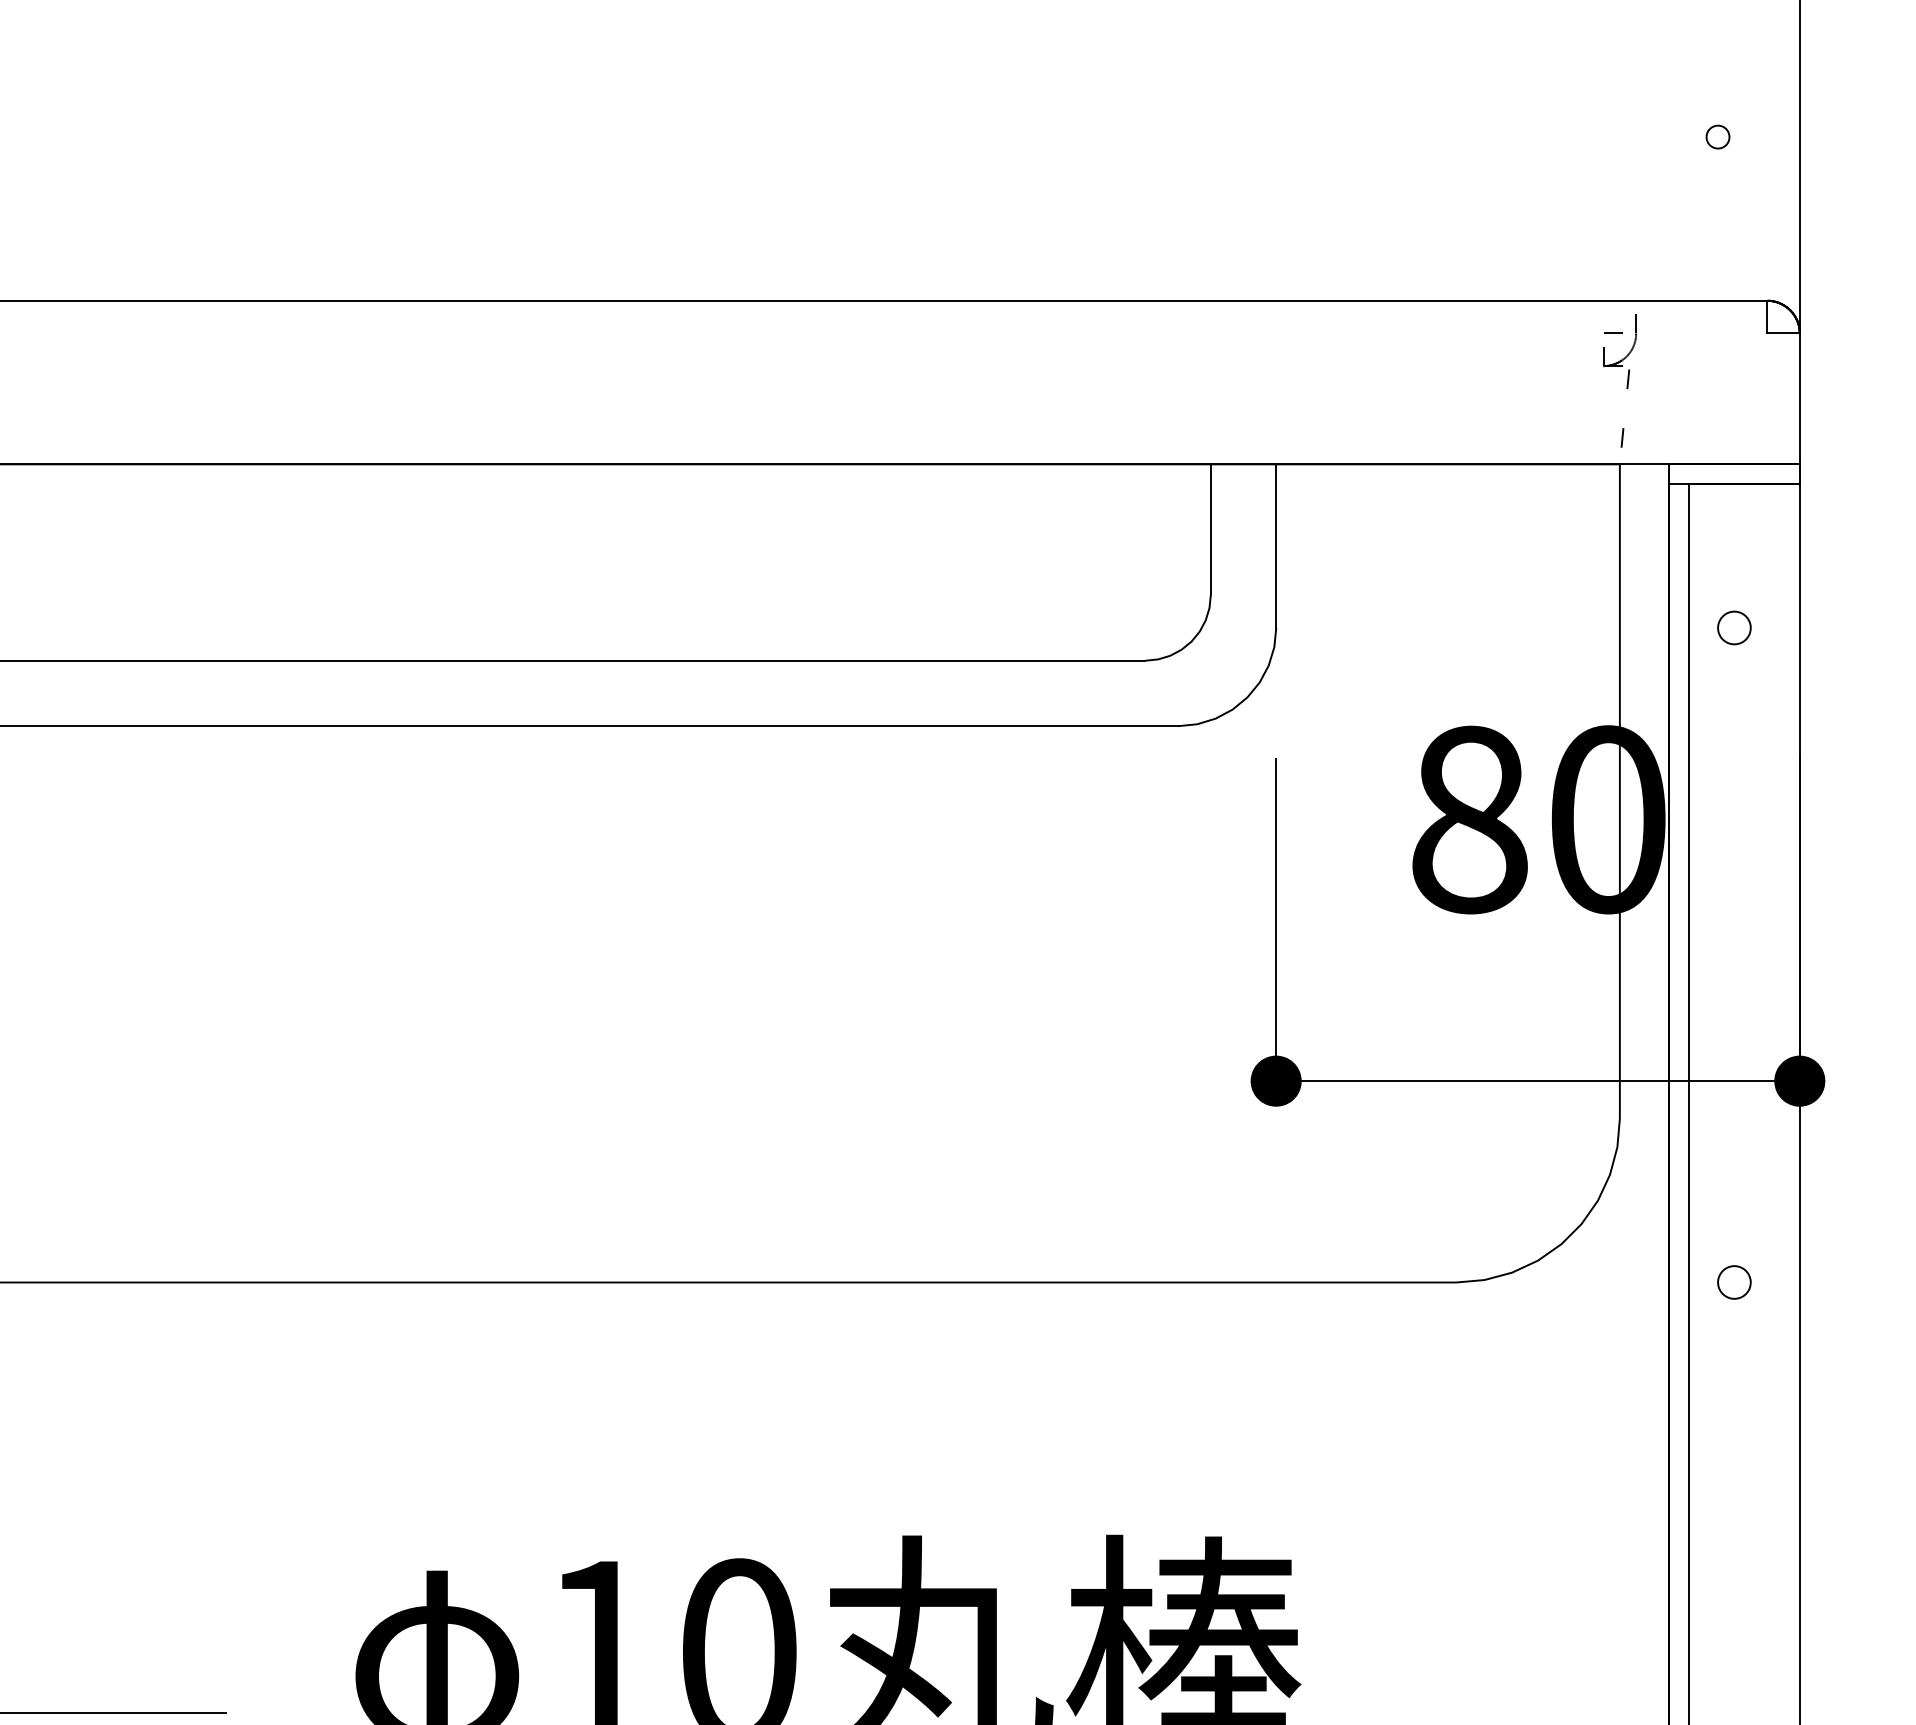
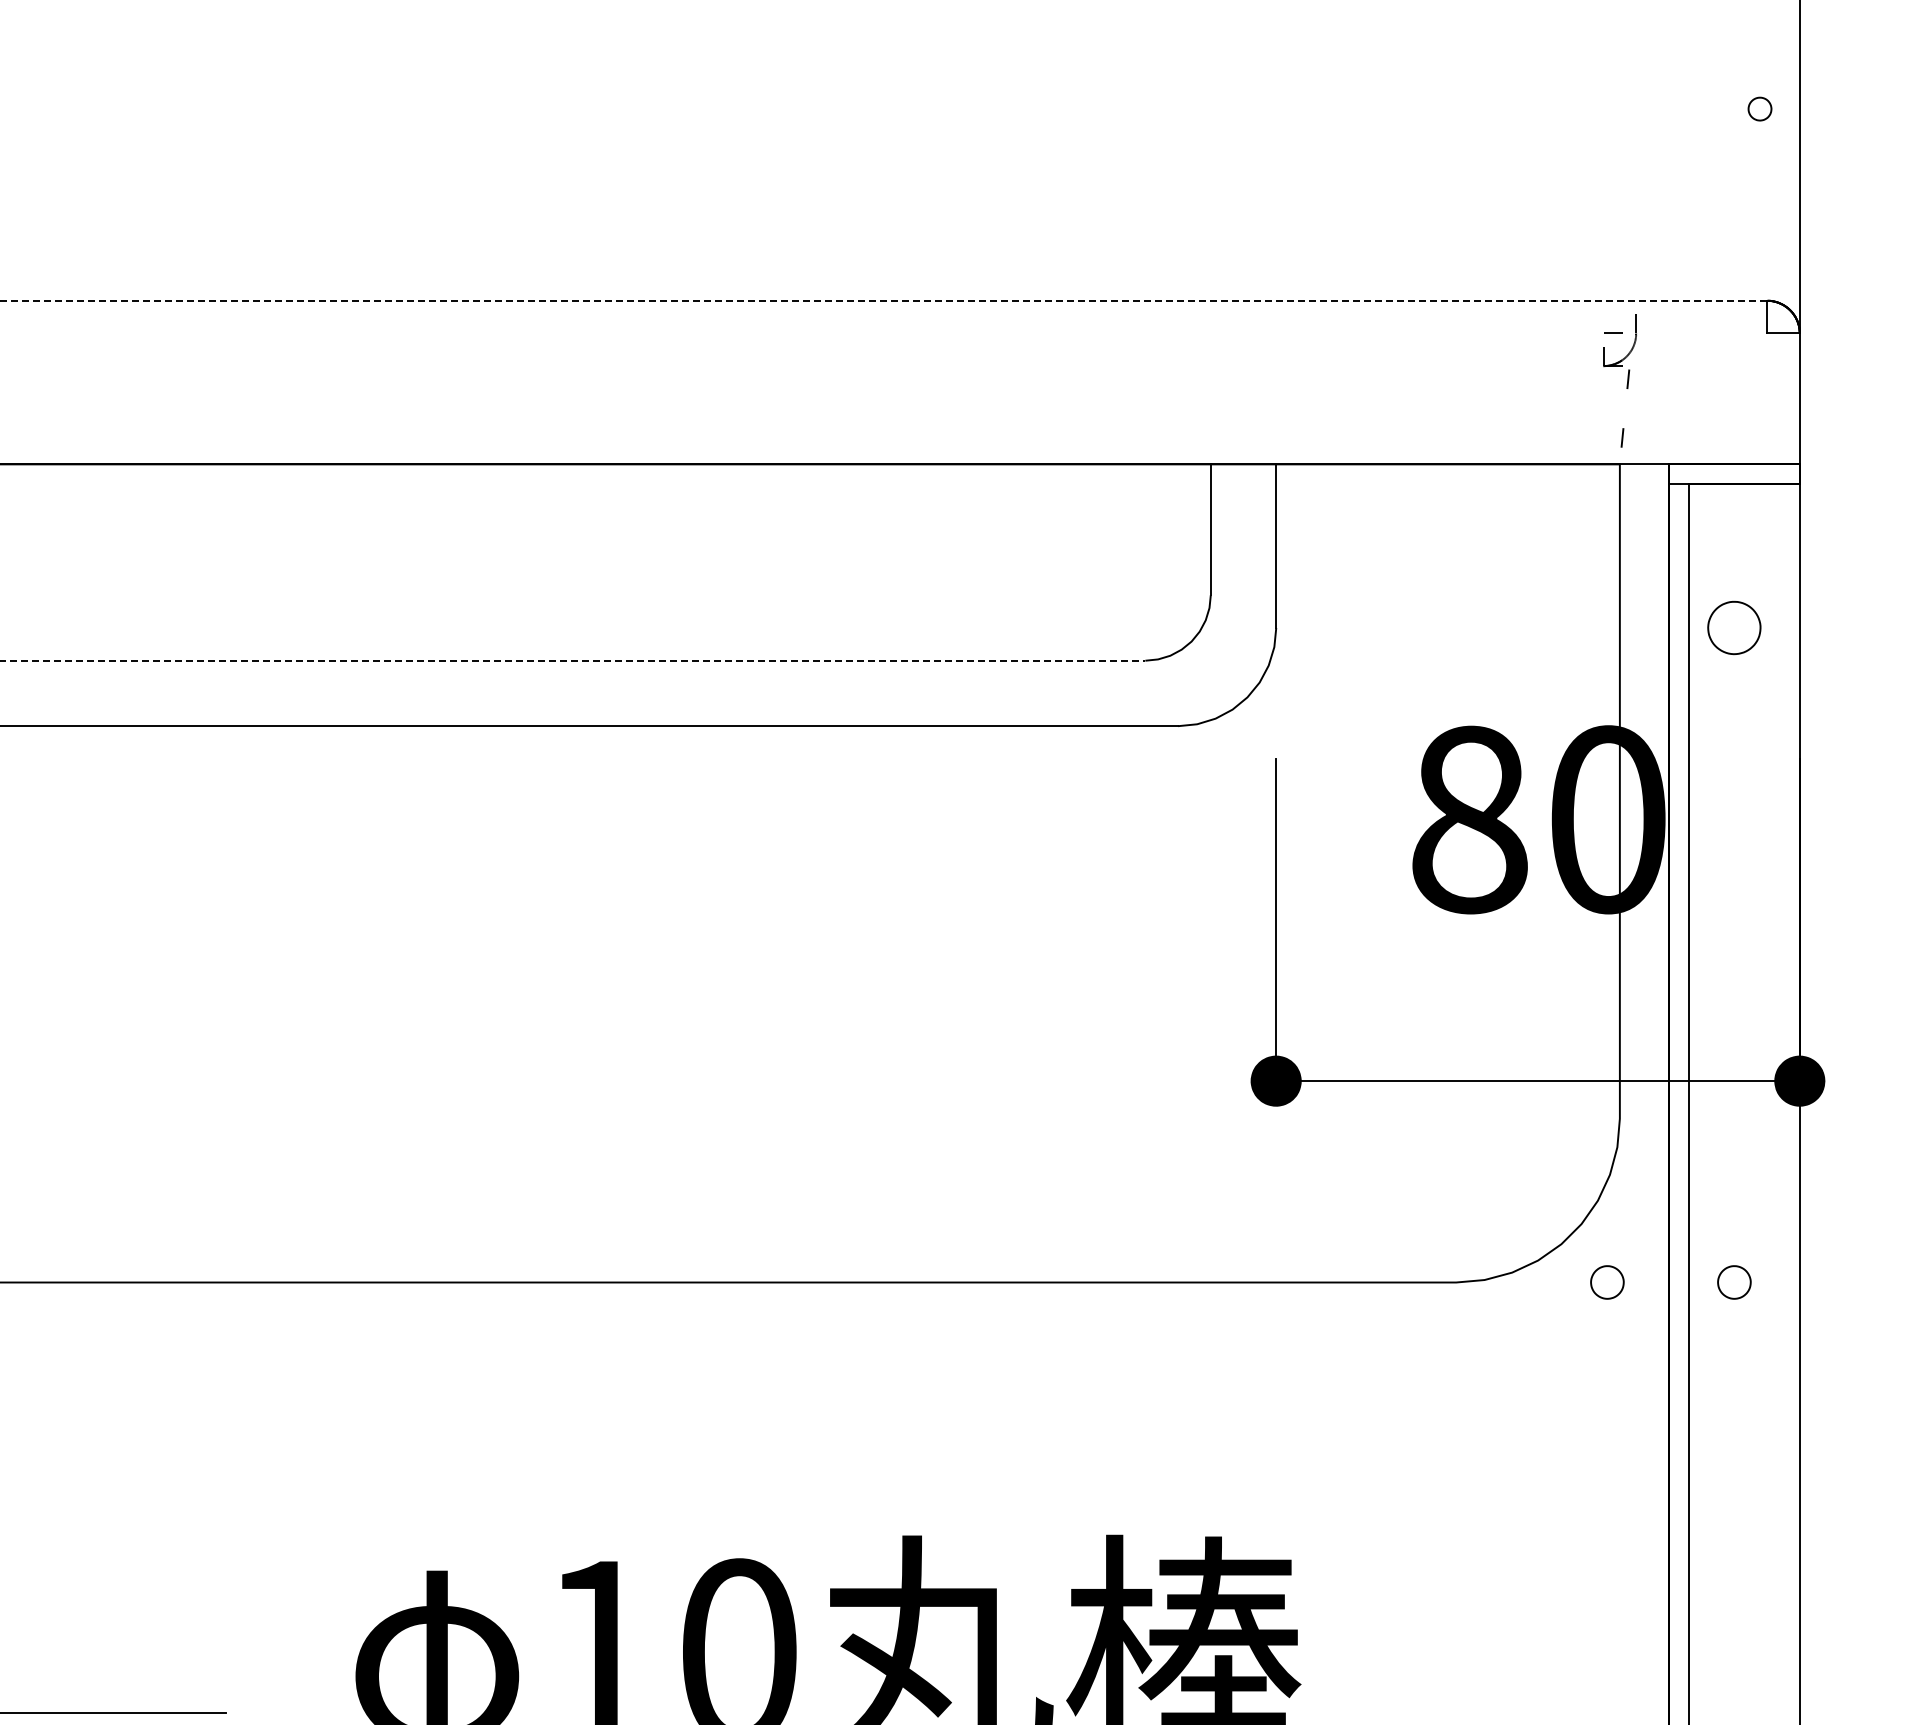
part at (1717, 136) position: (1717, 136) -> (1759, 108)
line at (883, 300): solid -> dashed
part at (1734, 627) size: 35x36 px -> 55x55 px
line at (573, 660): solid -> dashed
part at (1607, 1282): none -> present
